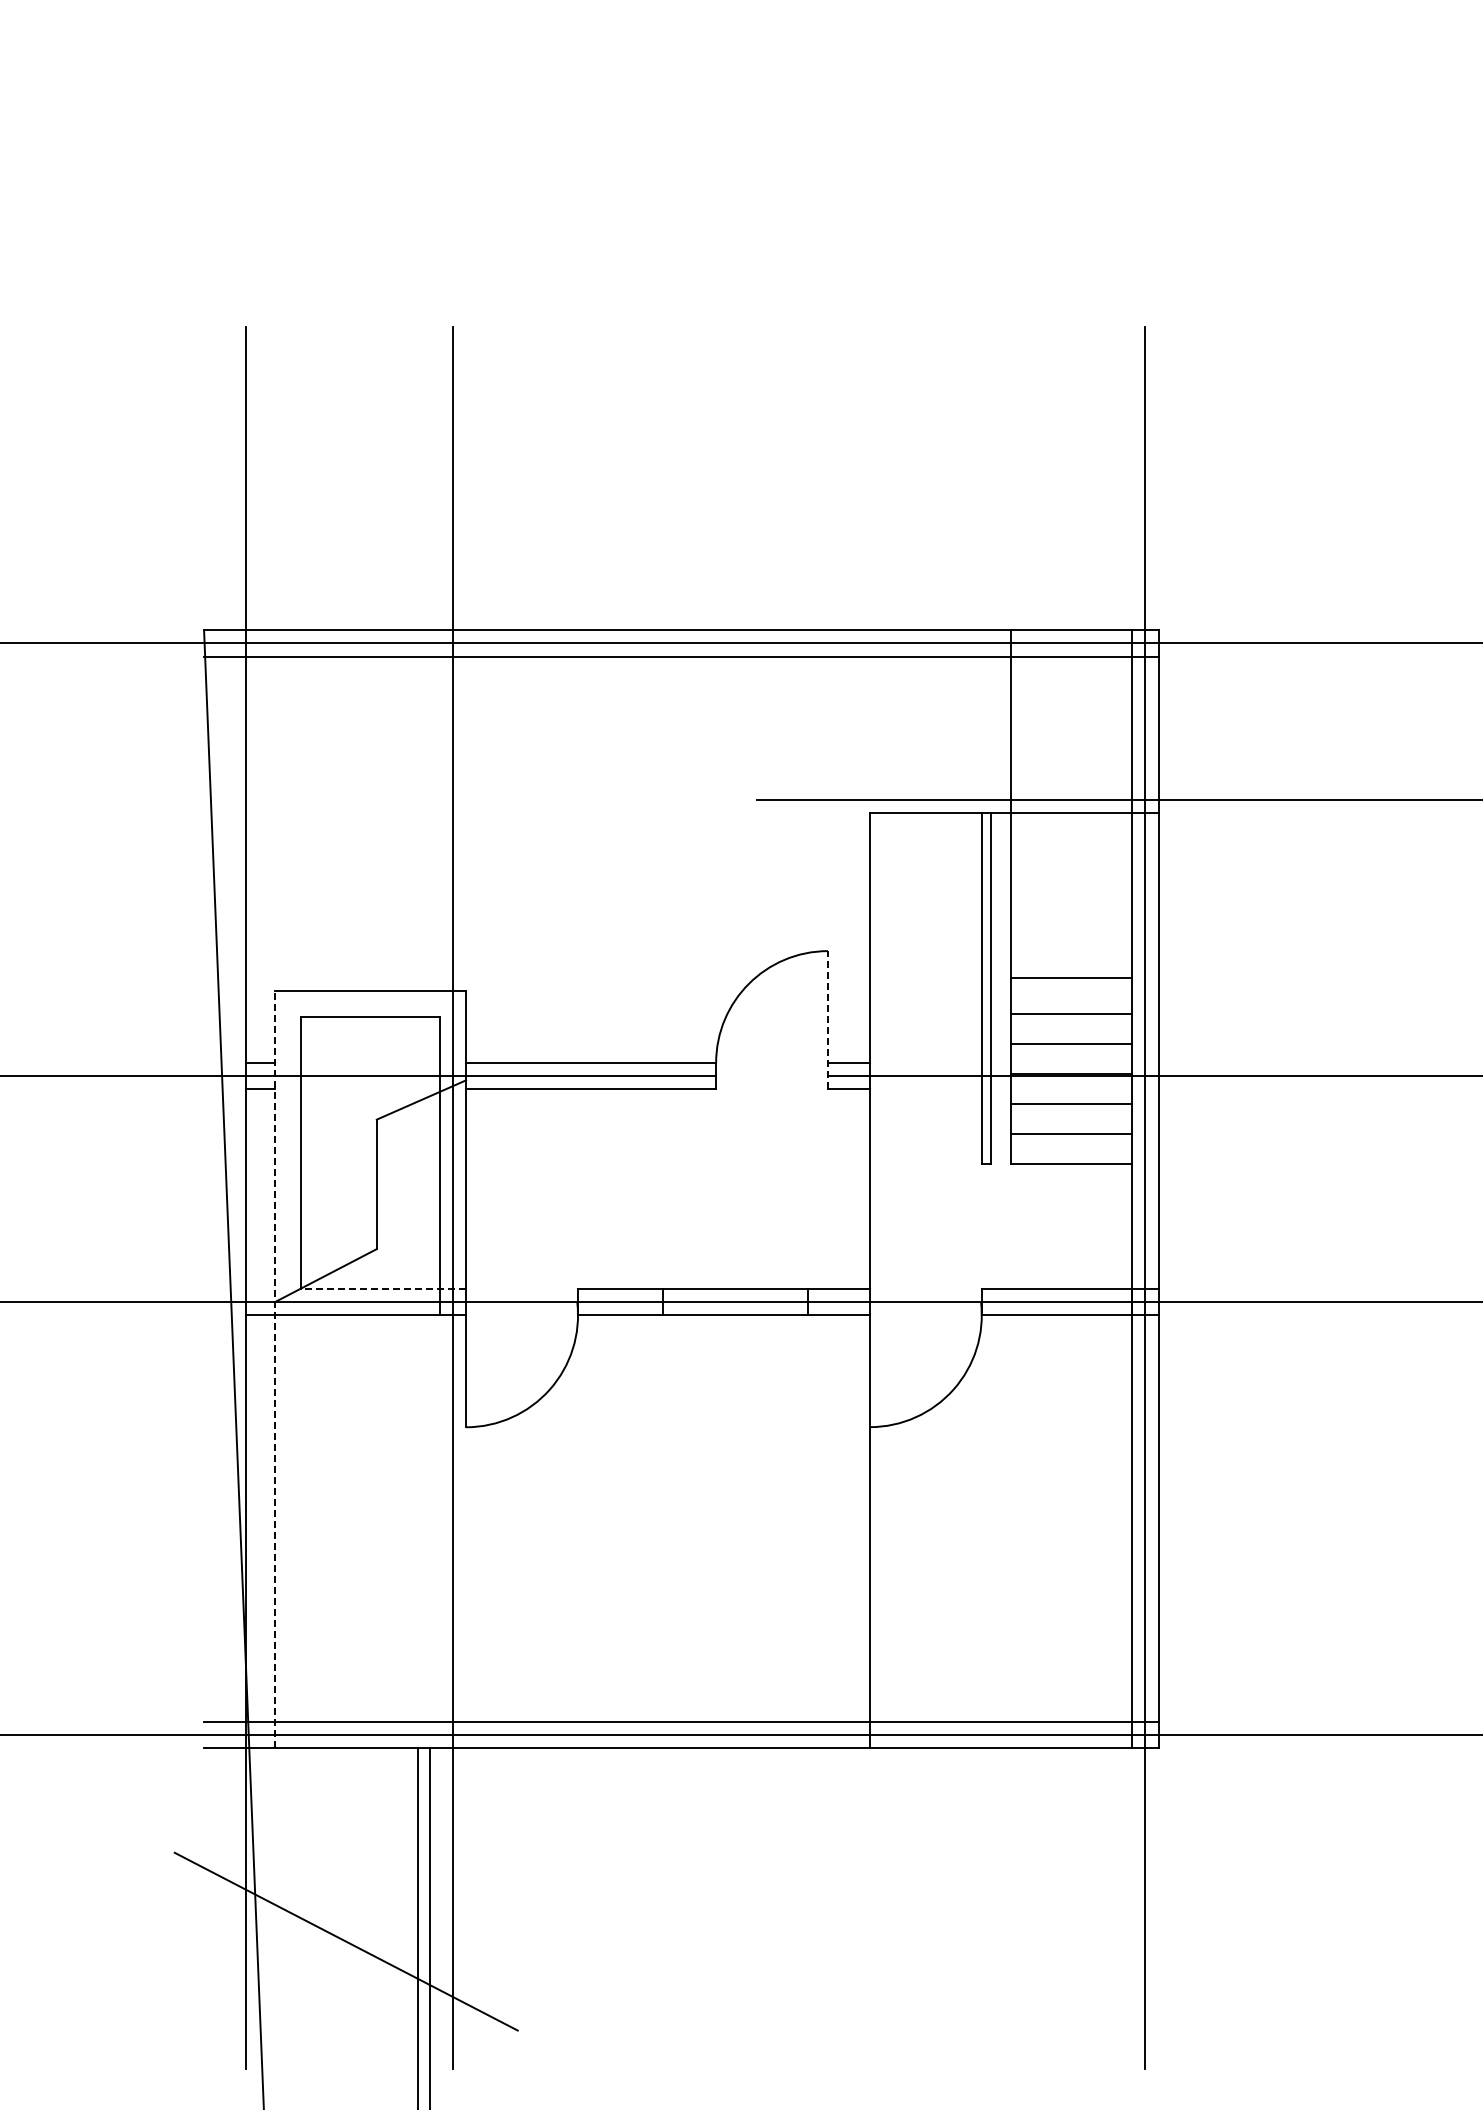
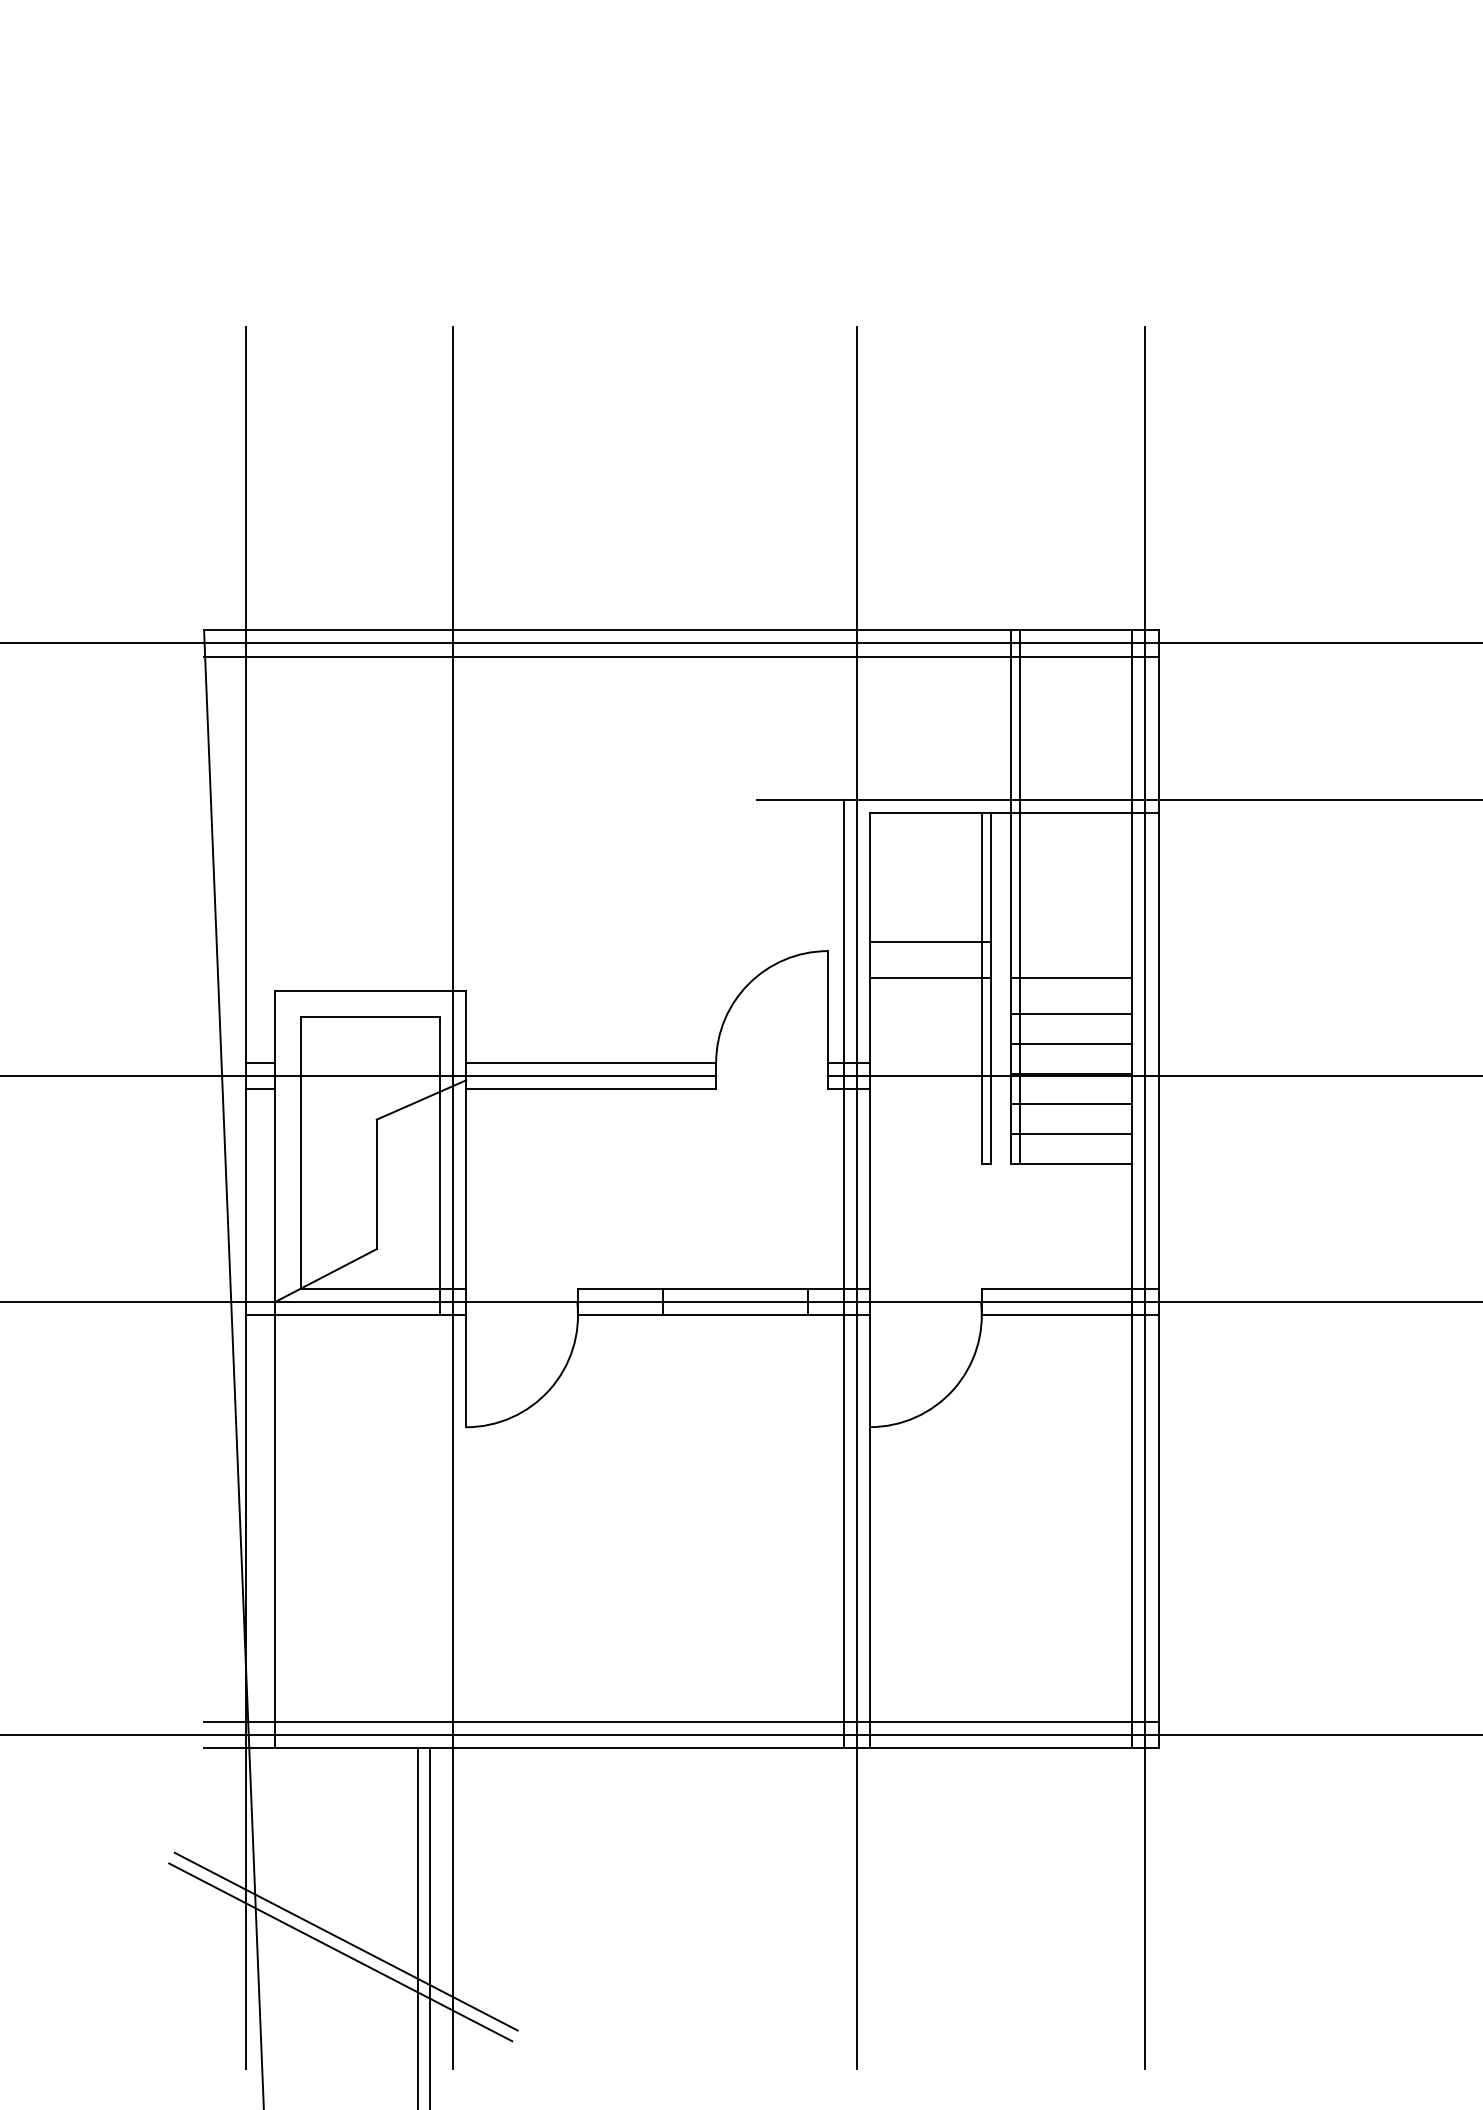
line at (1020, 896): none -> present
line at (930, 941): none -> present
line at (930, 977): none -> present
line at (827, 1019): dashed -> solid
line at (856, 1197): none -> present
line at (843, 1273): none -> present
line at (383, 1288): dashed -> solid
line at (274, 1369): dashed -> solid
line at (340, 1952): none -> present
